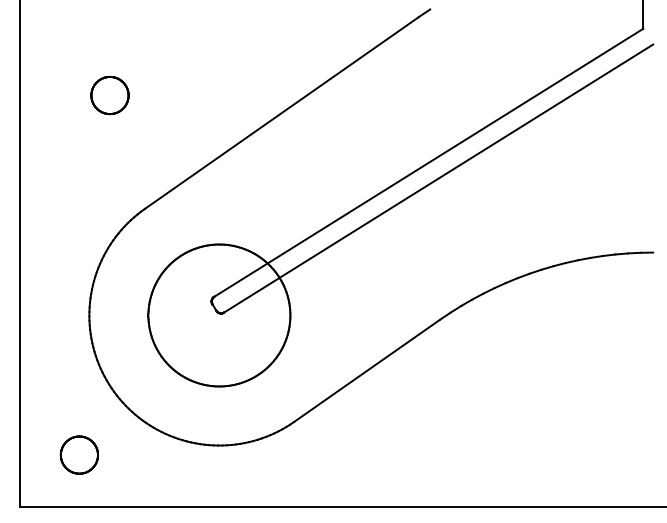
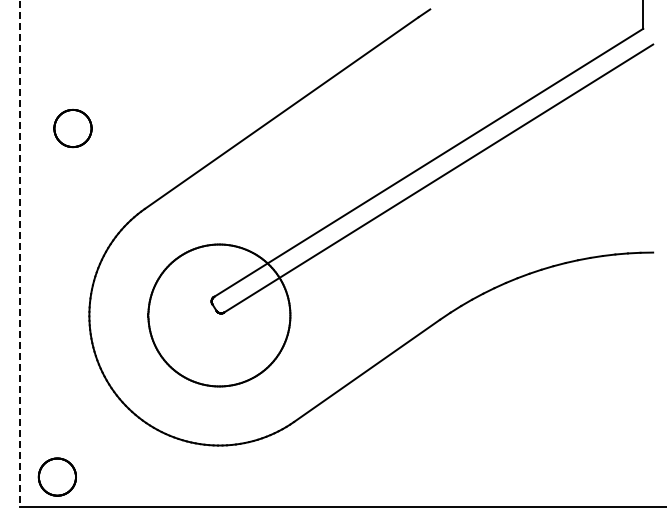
part at (109, 95) position: (109, 95) -> (72, 128)
line at (20, 254): solid -> dashed
part at (78, 454) position: (78, 454) -> (56, 476)
